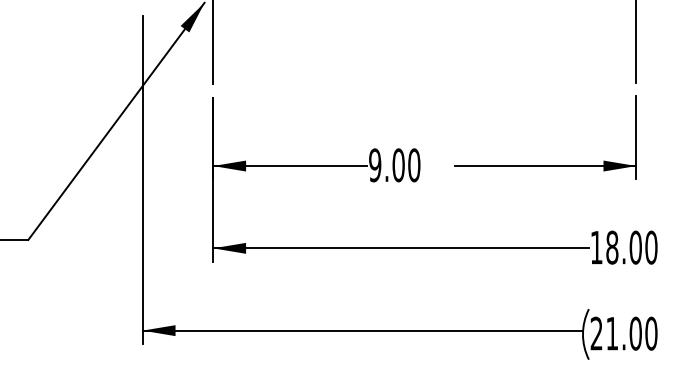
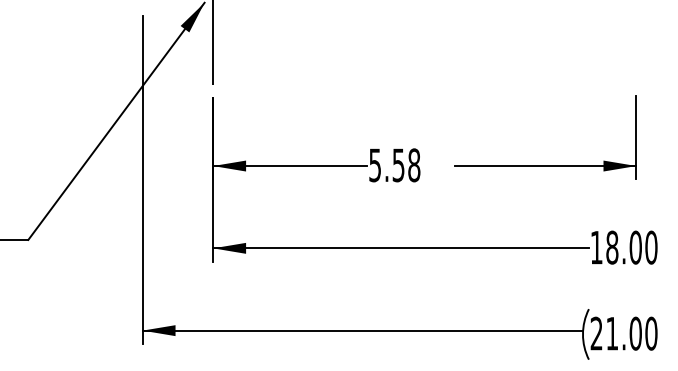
line at (636, 42): present -> none
text at (394, 165): 9.00 -> 5.58
